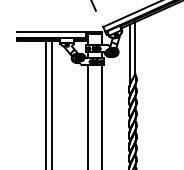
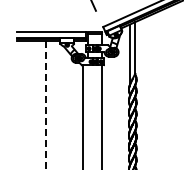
line at (52, 103): present -> none
line at (46, 105): solid -> dashed
line at (88, 115) position: (88, 115) -> (83, 115)
